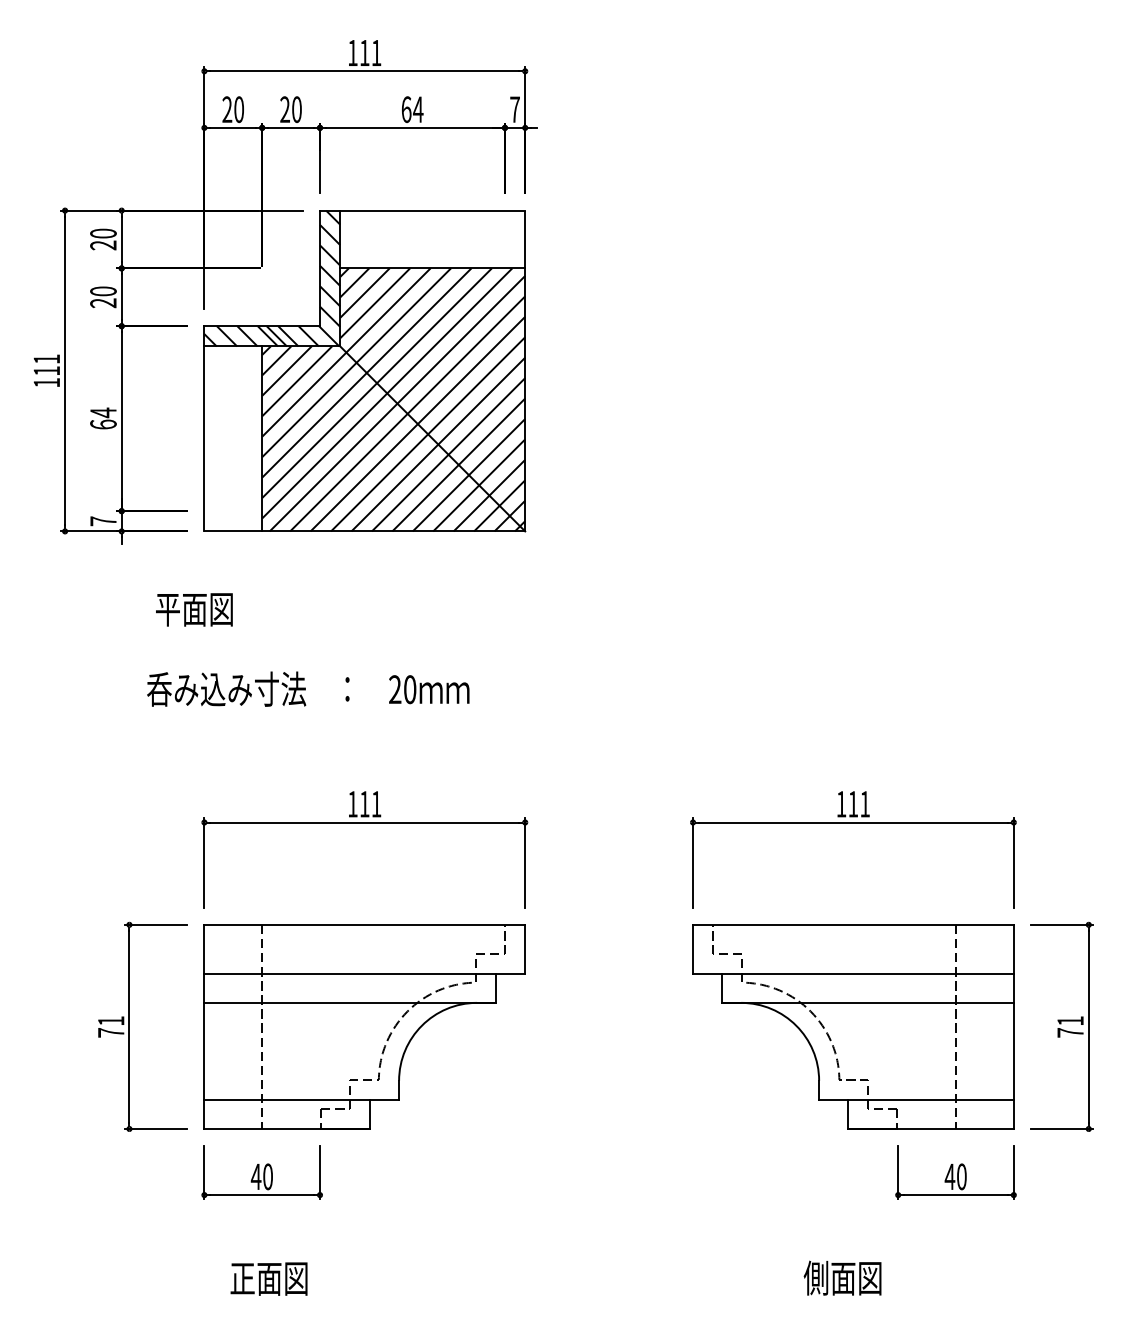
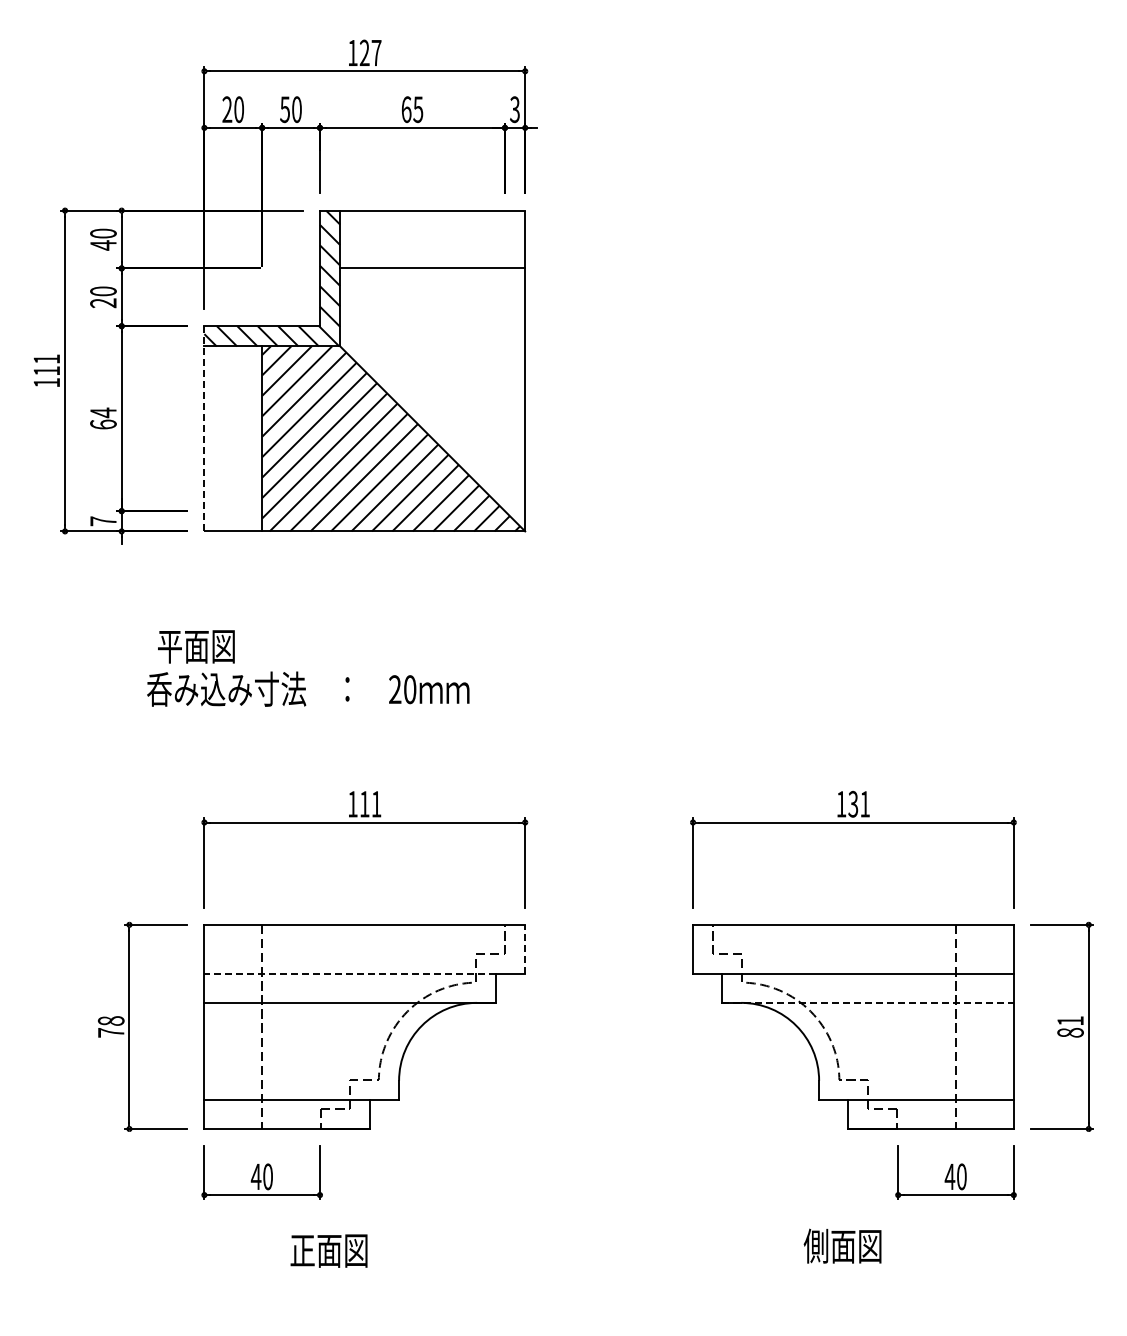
text at (370, 52): 111 -> 127
text at (284, 109): 20 -> 50
text at (418, 109): 64 -> 65
text at (514, 109): 7 -> 3
text at (103, 245): 20 -> 40
hatch at (276, 336): present -> none
hatch at (432, 397): present -> none
line at (204, 428): solid -> dashed
text at (194, 609) position: (194, 609) -> (196, 646)
text at (853, 803): 111 -> 131
line at (525, 949): solid -> dashed
line at (350, 973): solid -> dashed
line at (867, 1002): solid -> dashed
text at (110, 1020): 71 -> 78
text at (1070, 1032): 71 -> 81
text at (842, 1277) position: (842, 1277) -> (842, 1245)
text at (268, 1278) position: (268, 1278) -> (328, 1250)
